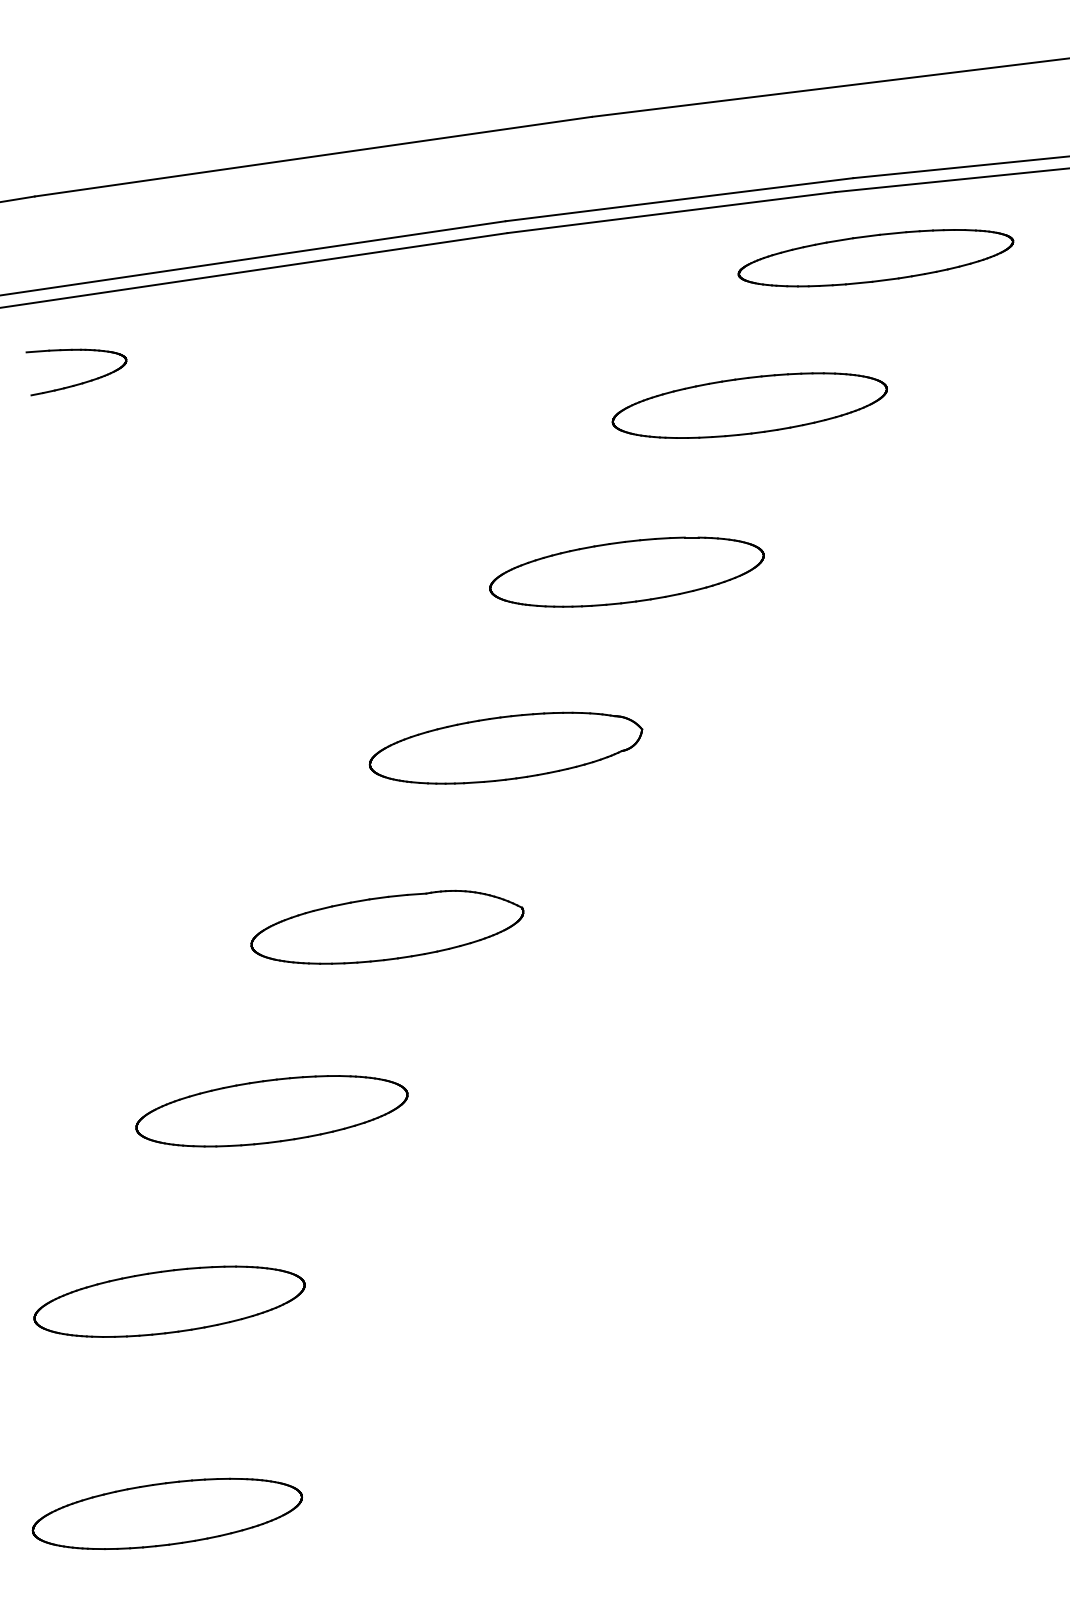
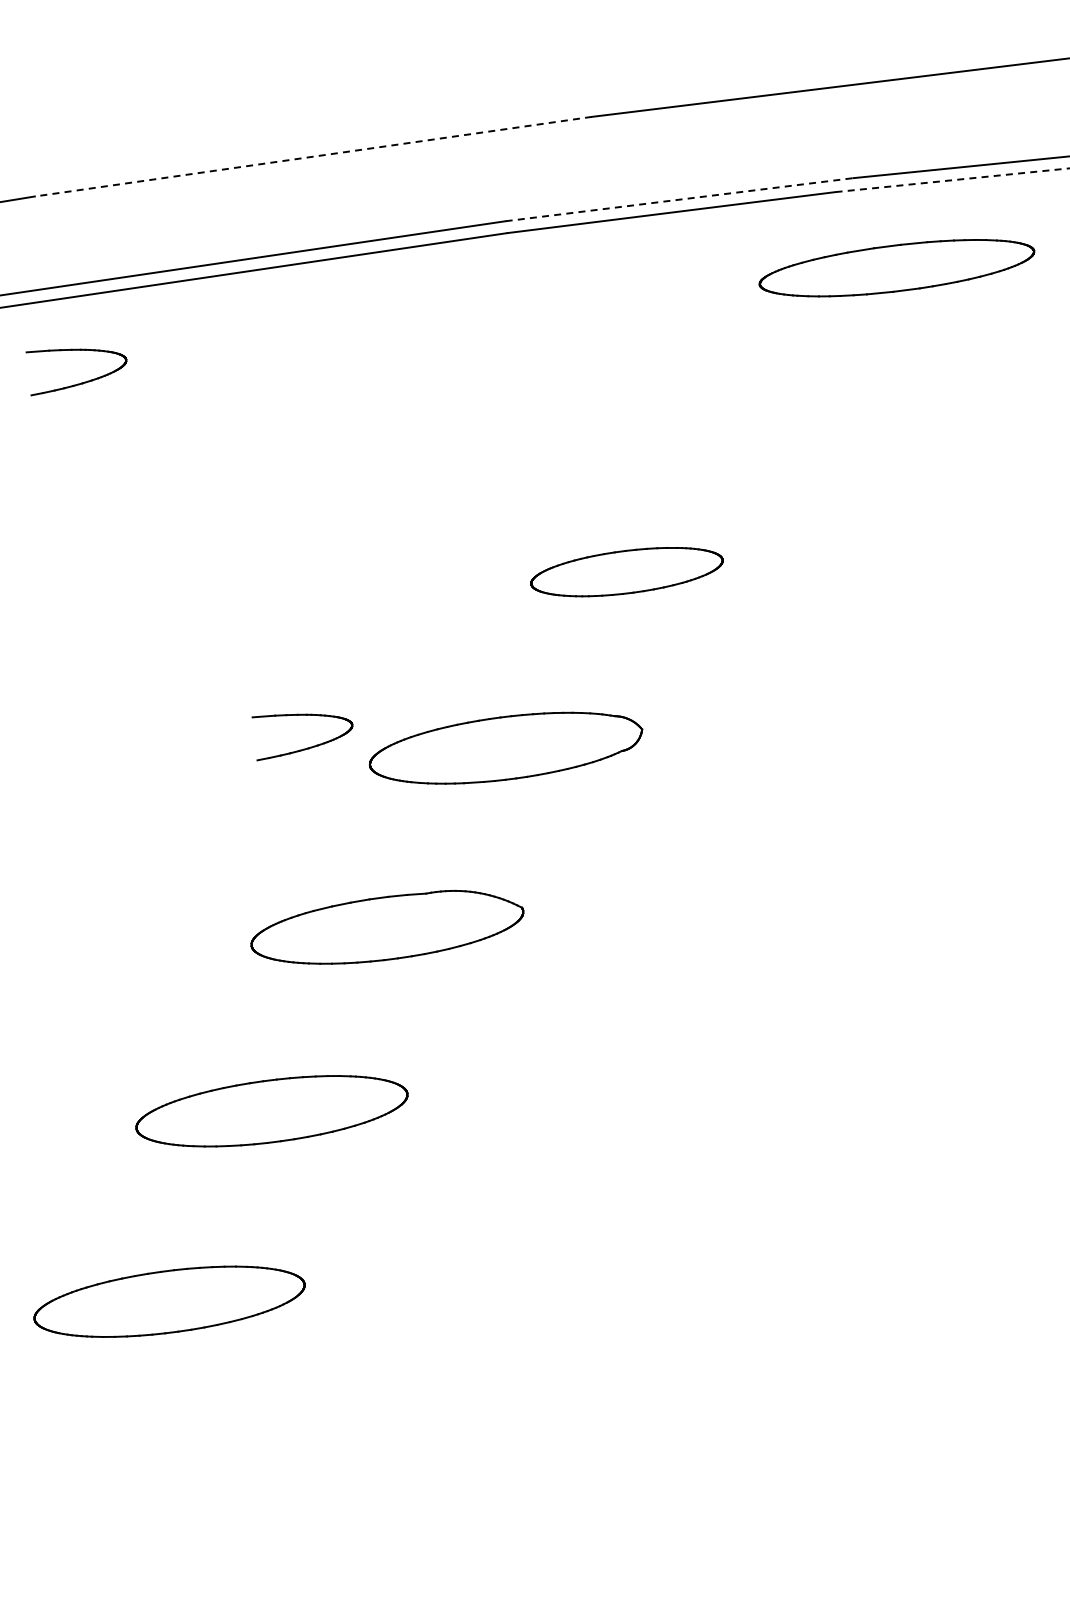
line at (312, 156): solid -> dashed
line at (952, 180): solid -> dashed
line at (680, 199): solid -> dashed
part at (875, 258) position: (875, 258) -> (896, 268)
part at (749, 405): present -> none
part at (626, 571) size: 276x72 px -> 194x51 px
part at (303, 748): none -> present
part at (166, 1513): present -> none
